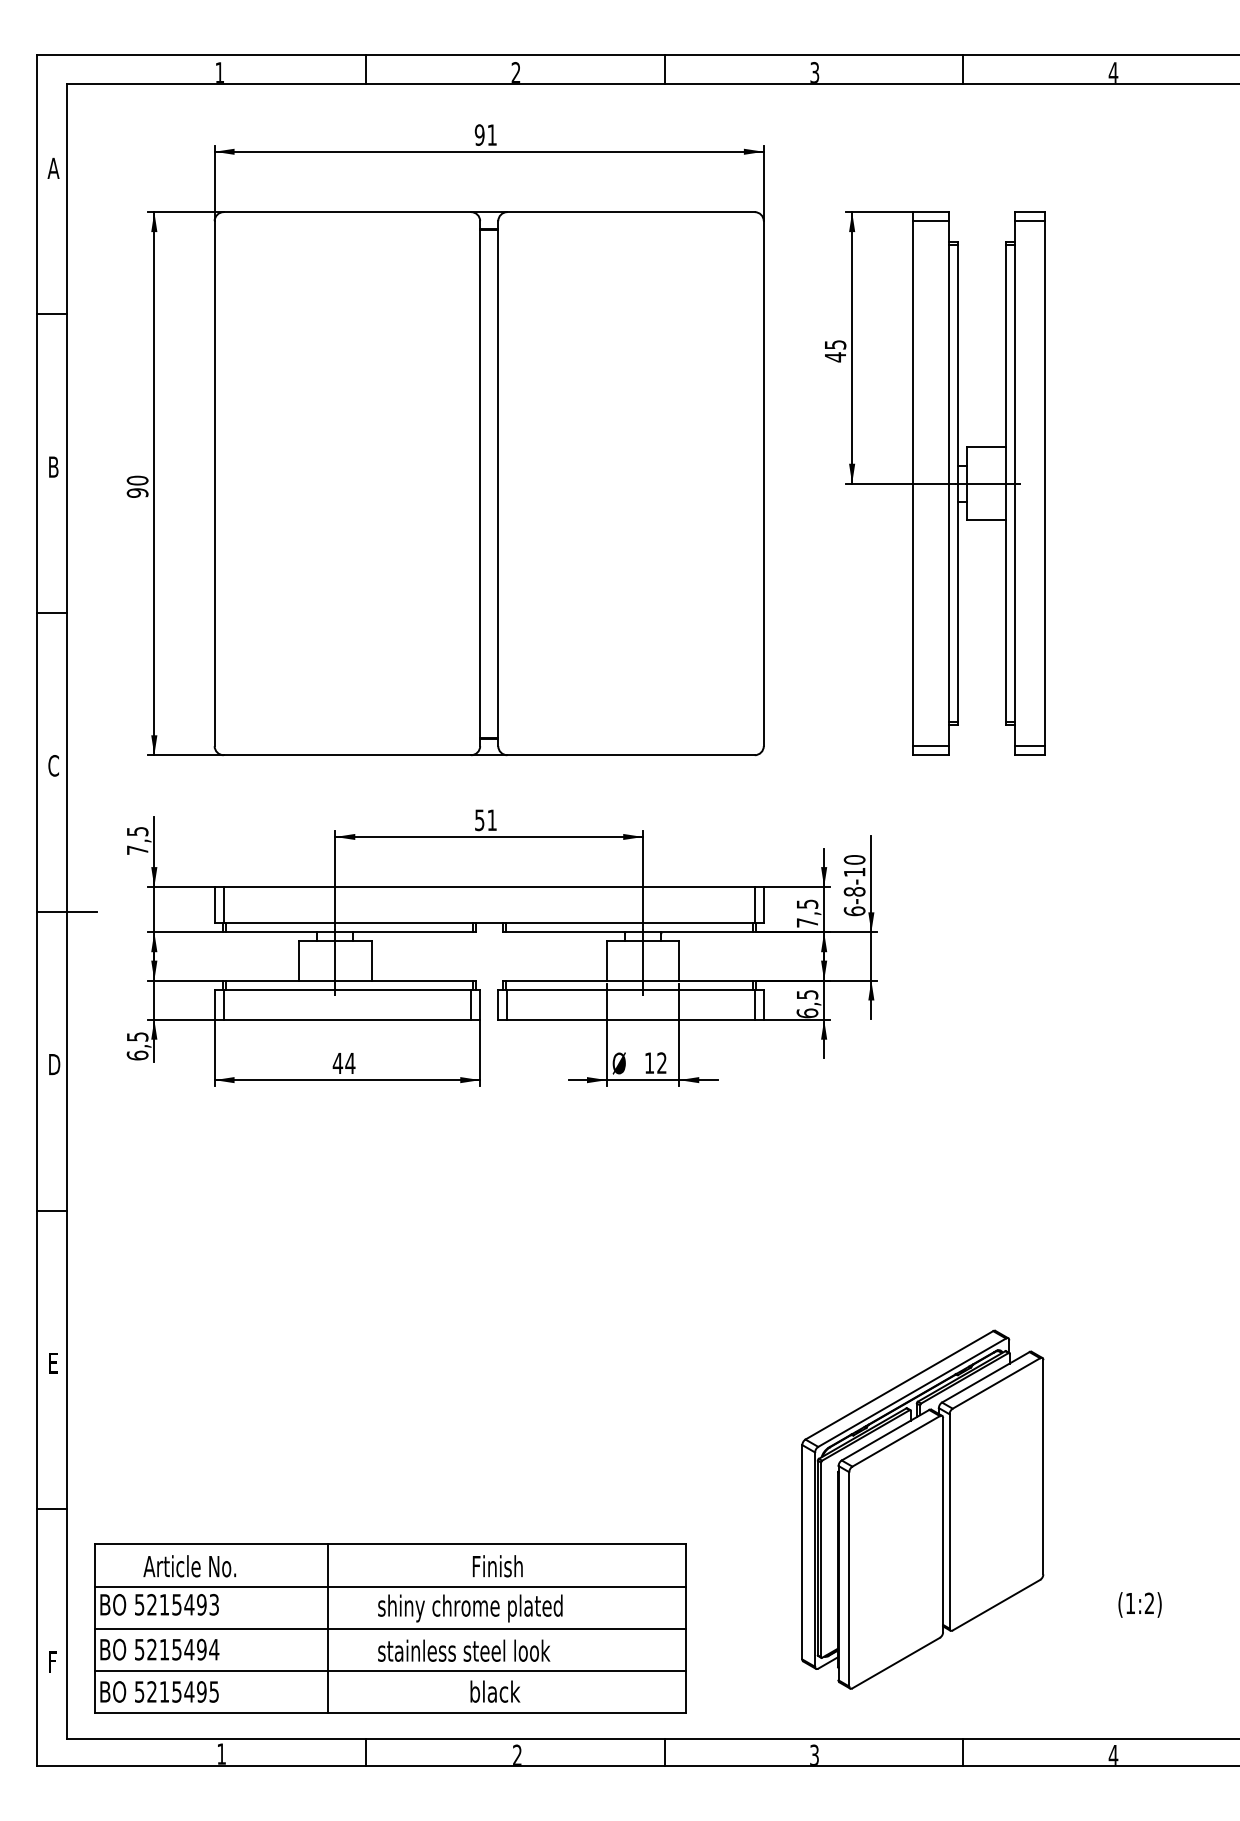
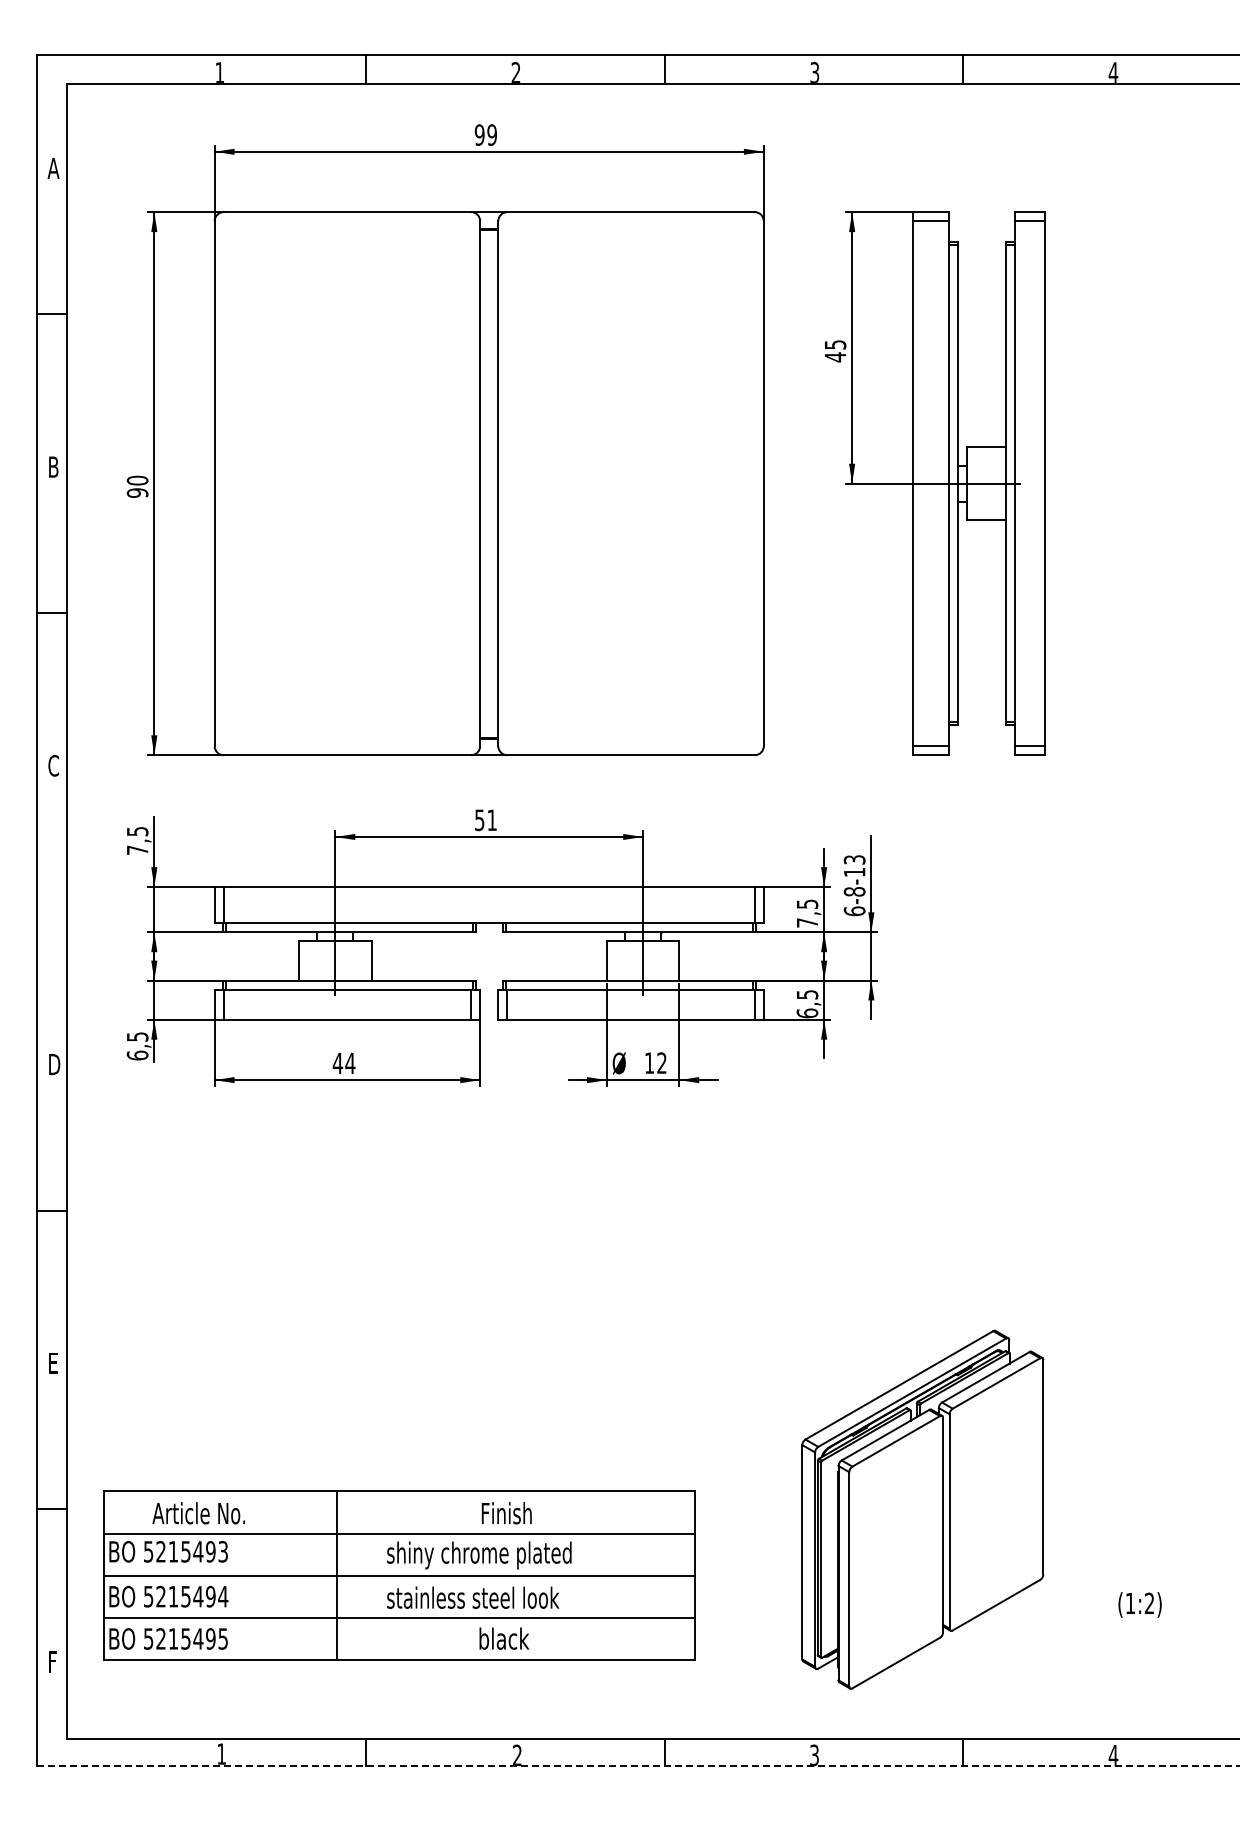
text at (491, 134): 91 -> 99
text at (854, 859): 6-8-10 -> 6-8-13
line at (67, 911): present -> none
part at (390, 1628) position: (390, 1628) -> (399, 1575)
line at (638, 1766): solid -> dashed
